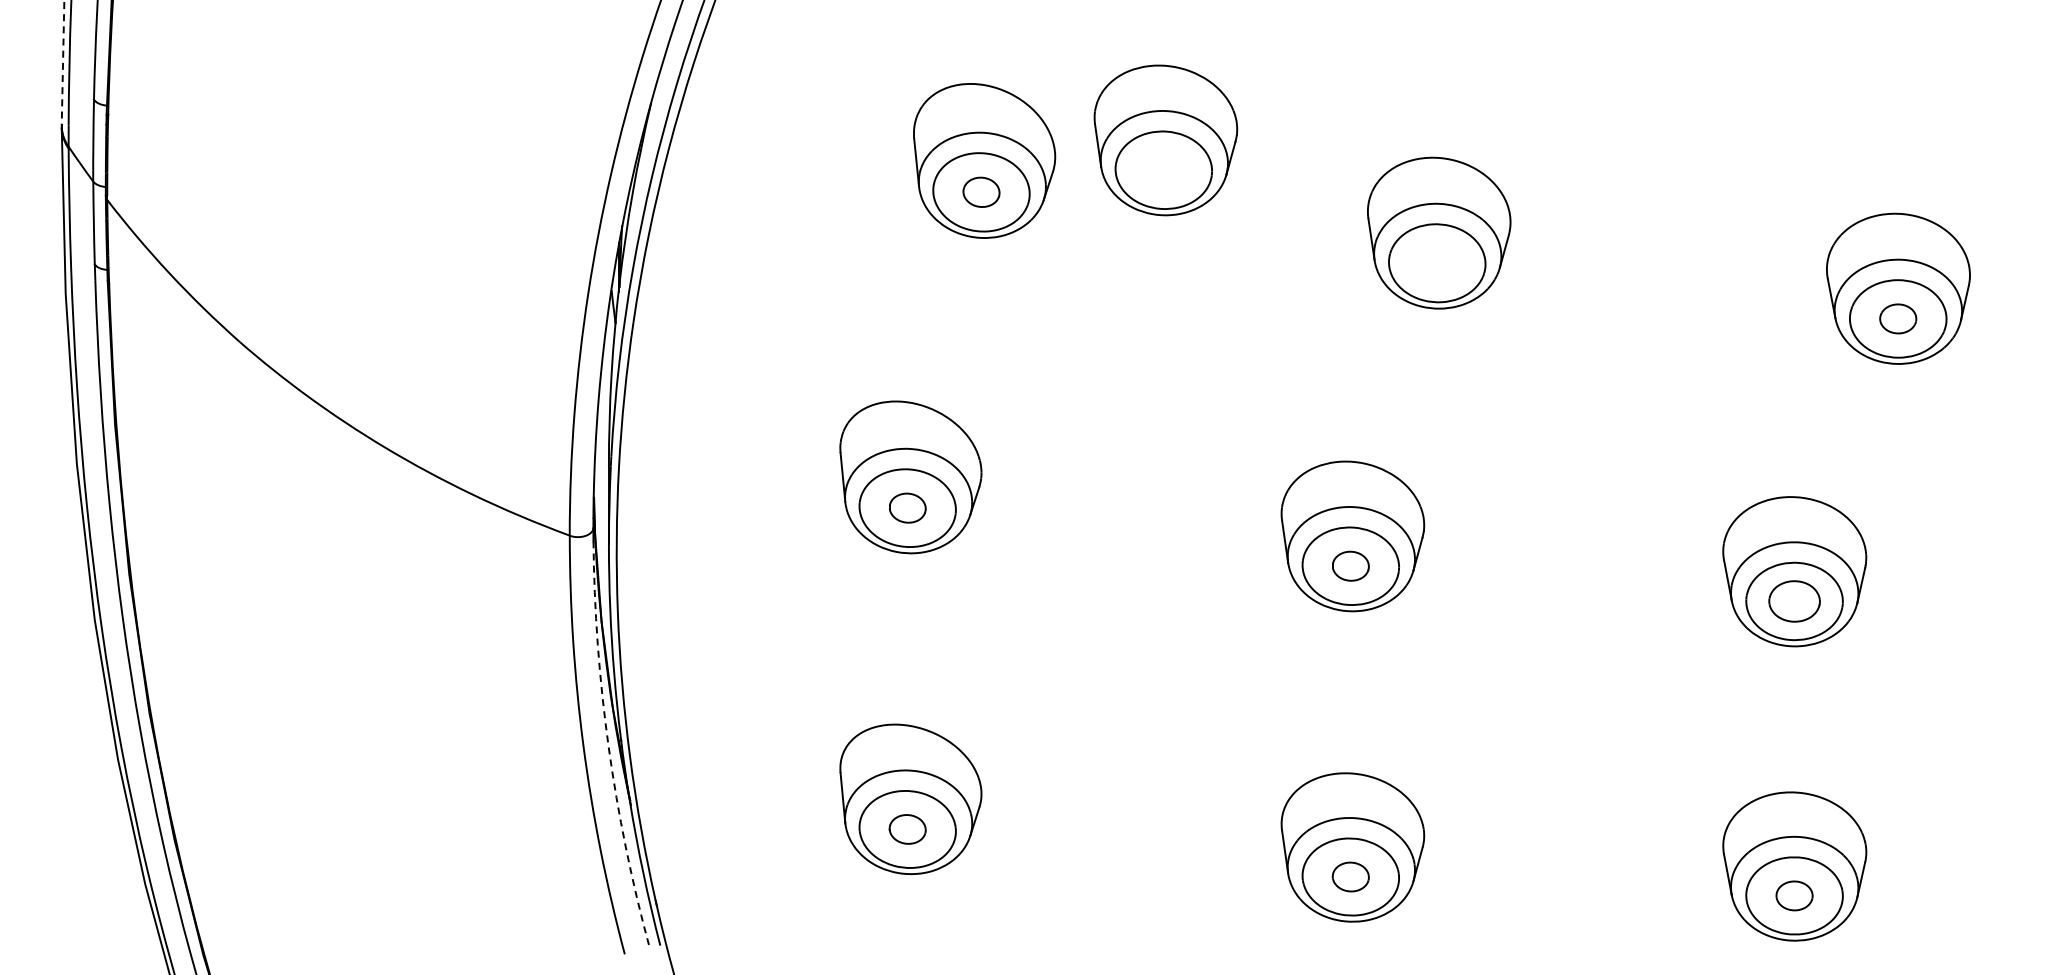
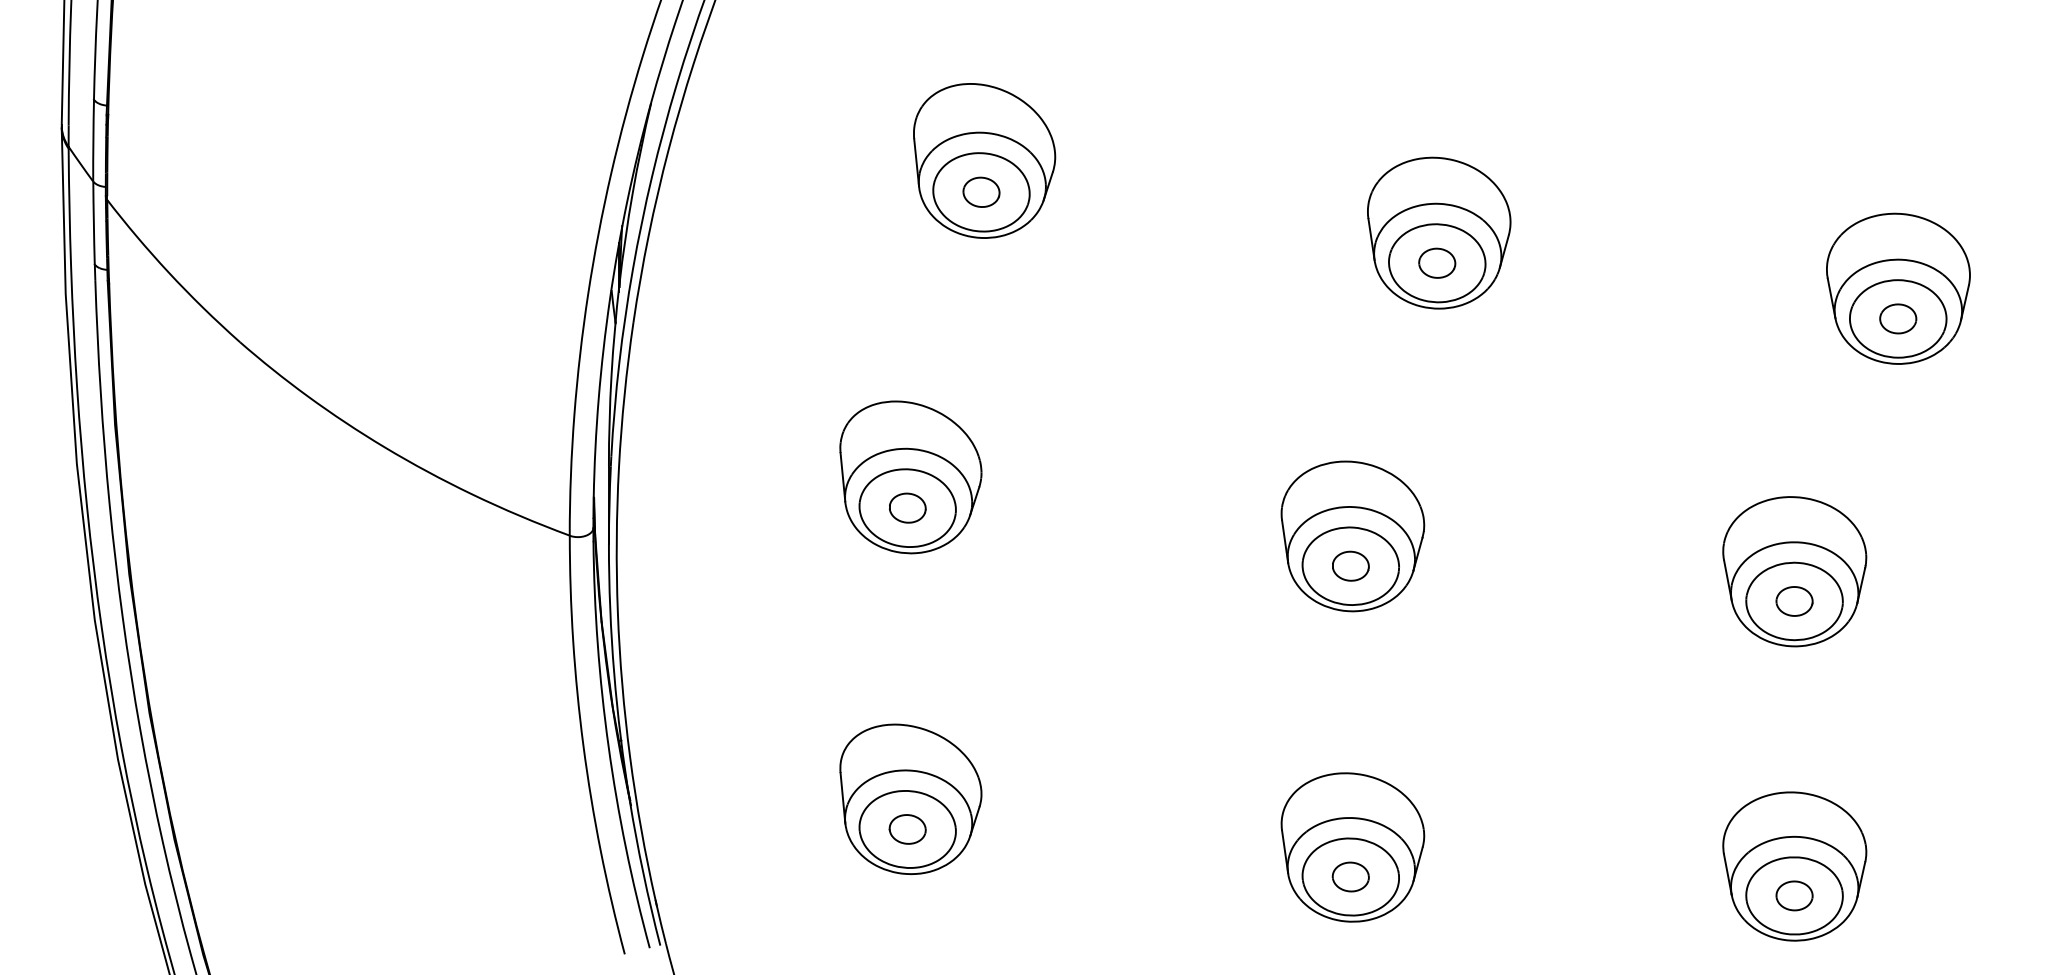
line at (63, 62): dashed -> solid
part at (1165, 140): present -> none
part at (1437, 262): none -> present
part at (1794, 601) size: 53x43 px -> 39x31 px
arc at (608, 746): dashed -> solid
